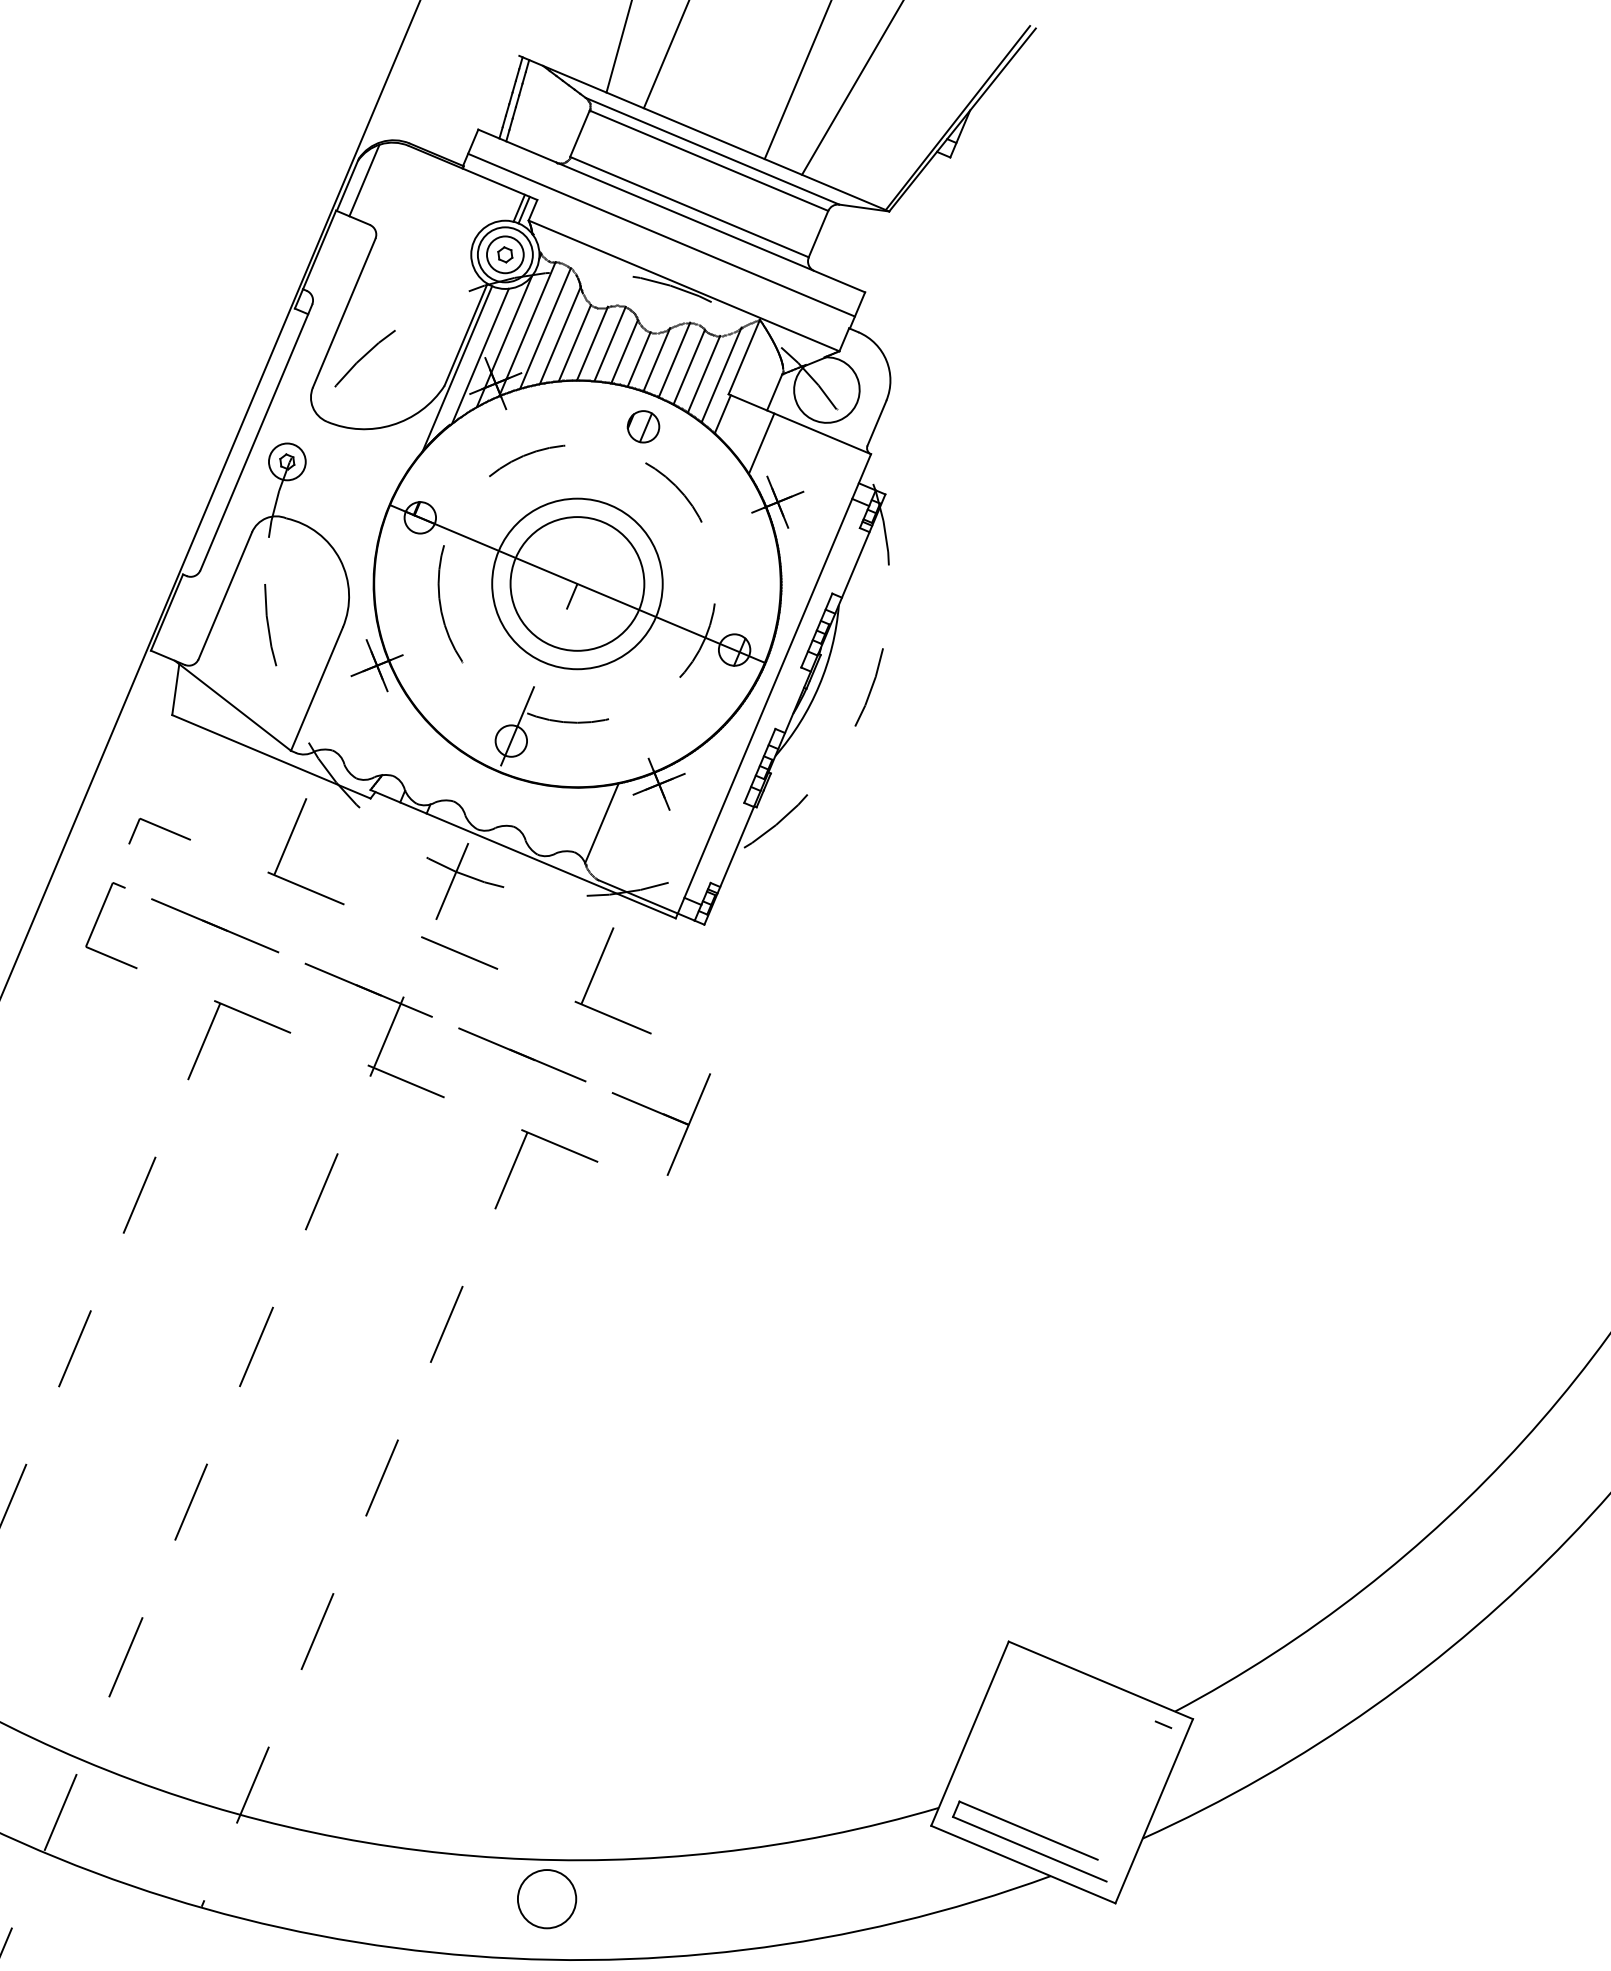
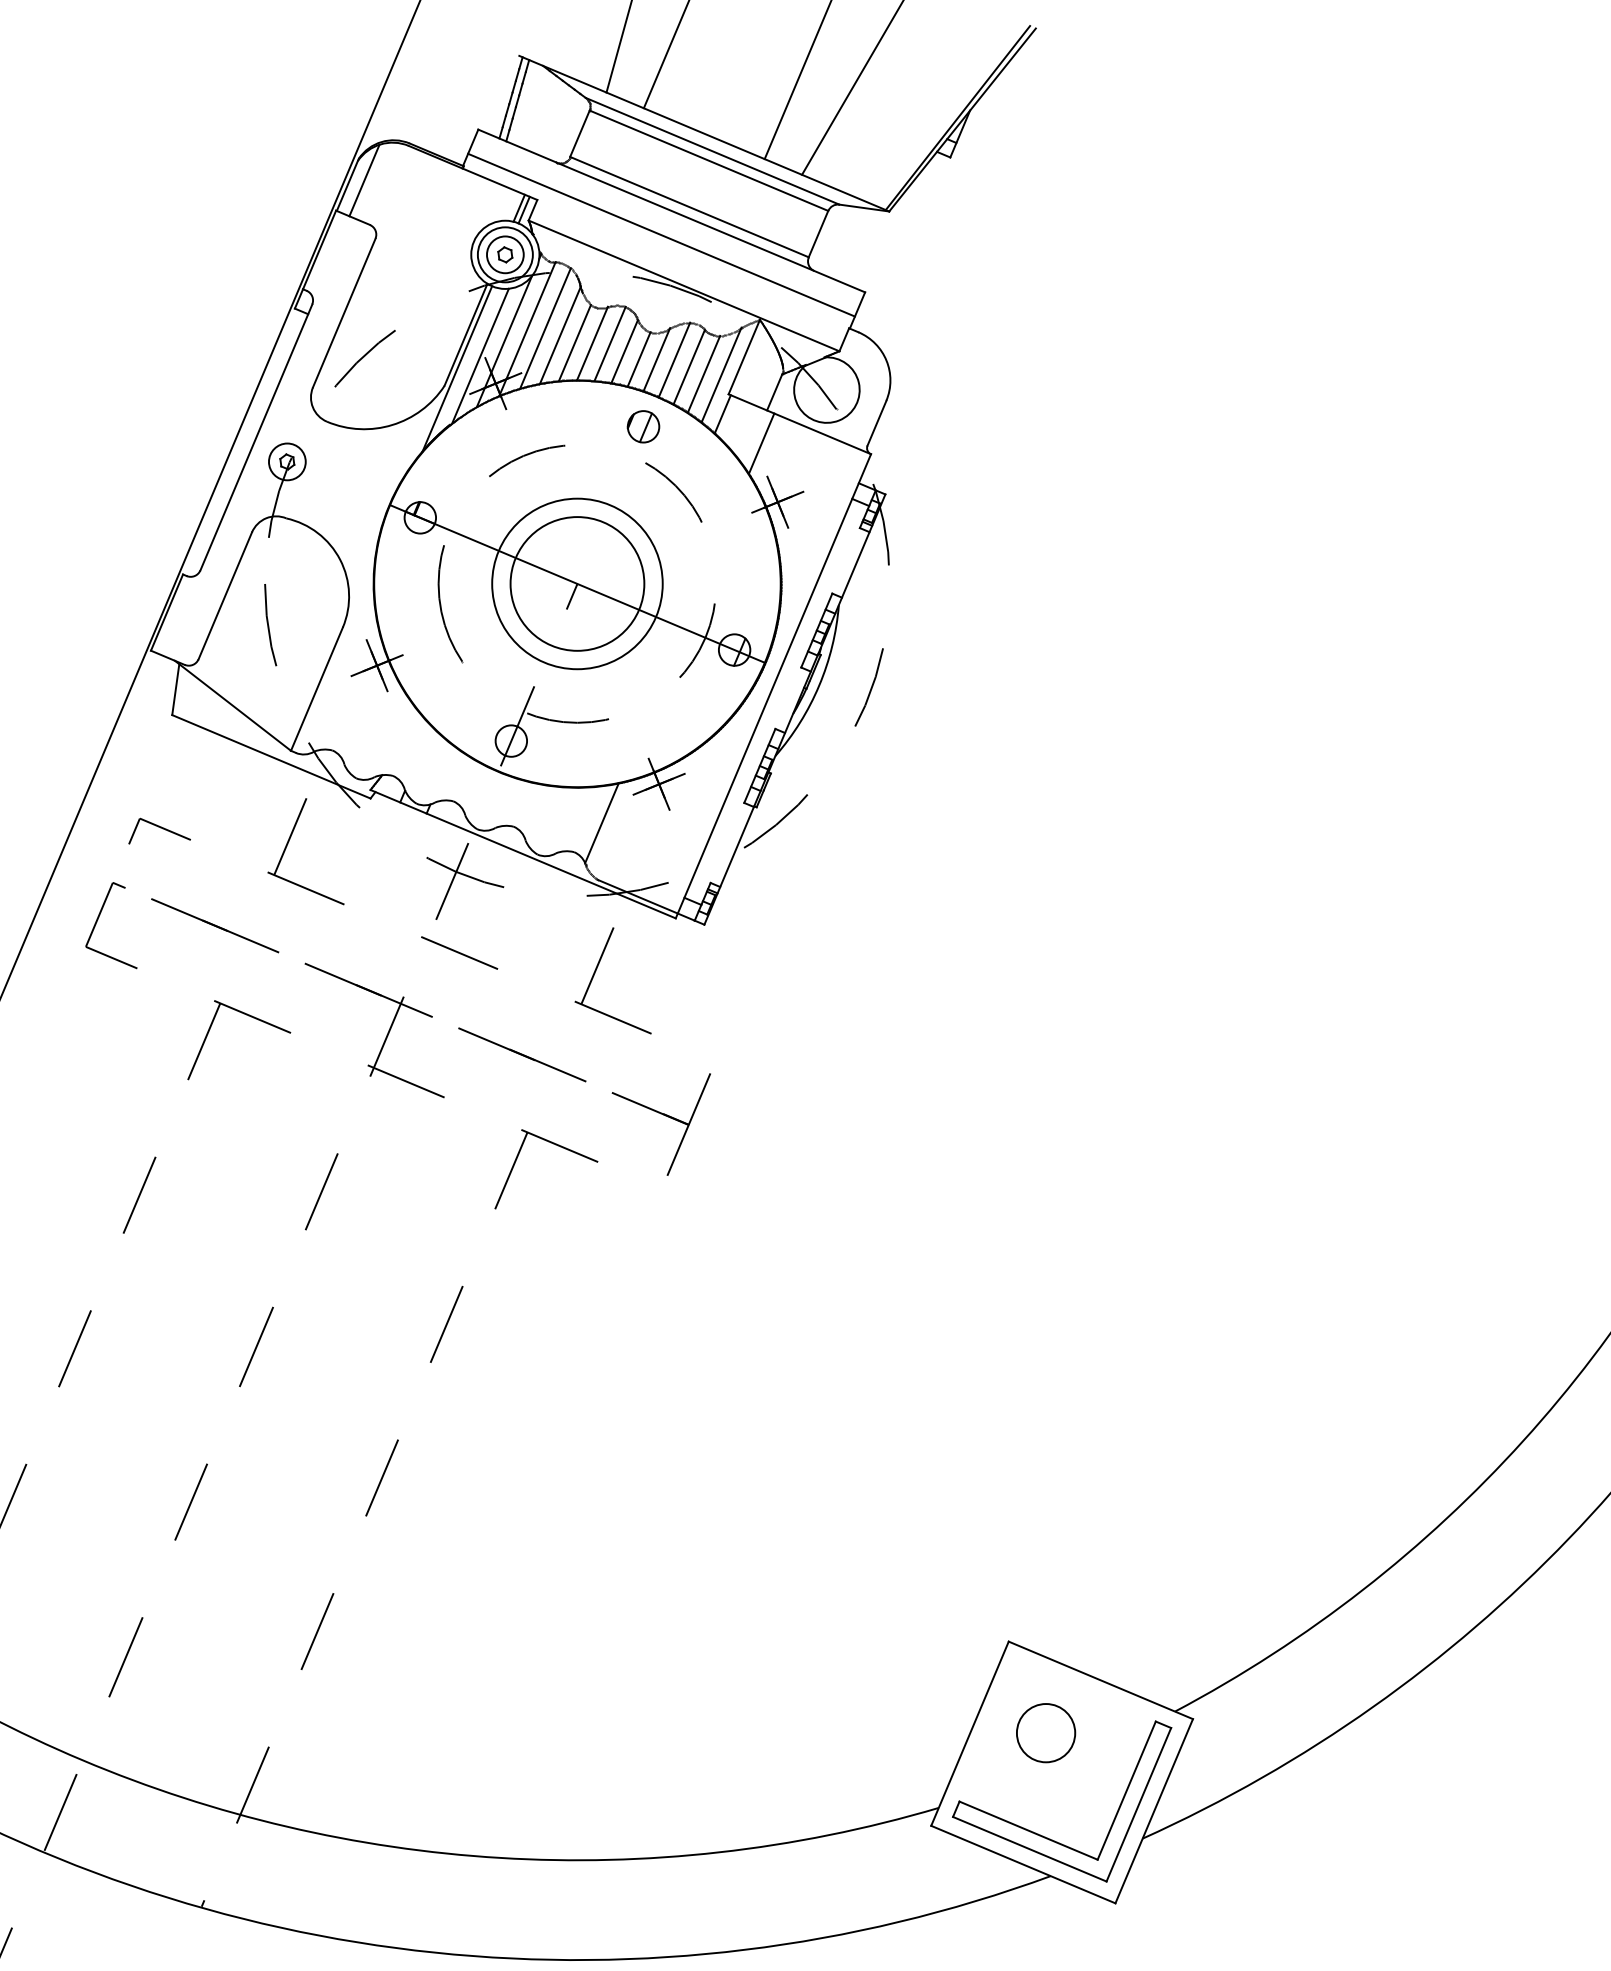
line at (1126, 1790): none -> present
line at (1138, 1804): none -> present
circle at (547, 1899) position: (547, 1899) -> (1046, 1733)
